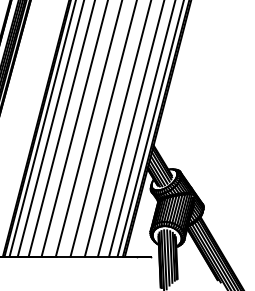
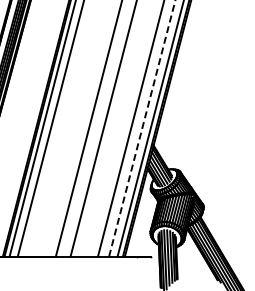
line at (142, 128): solid -> dashed
line at (61, 129): present -> none
line at (74, 129): present -> none
line at (117, 129): present -> none
